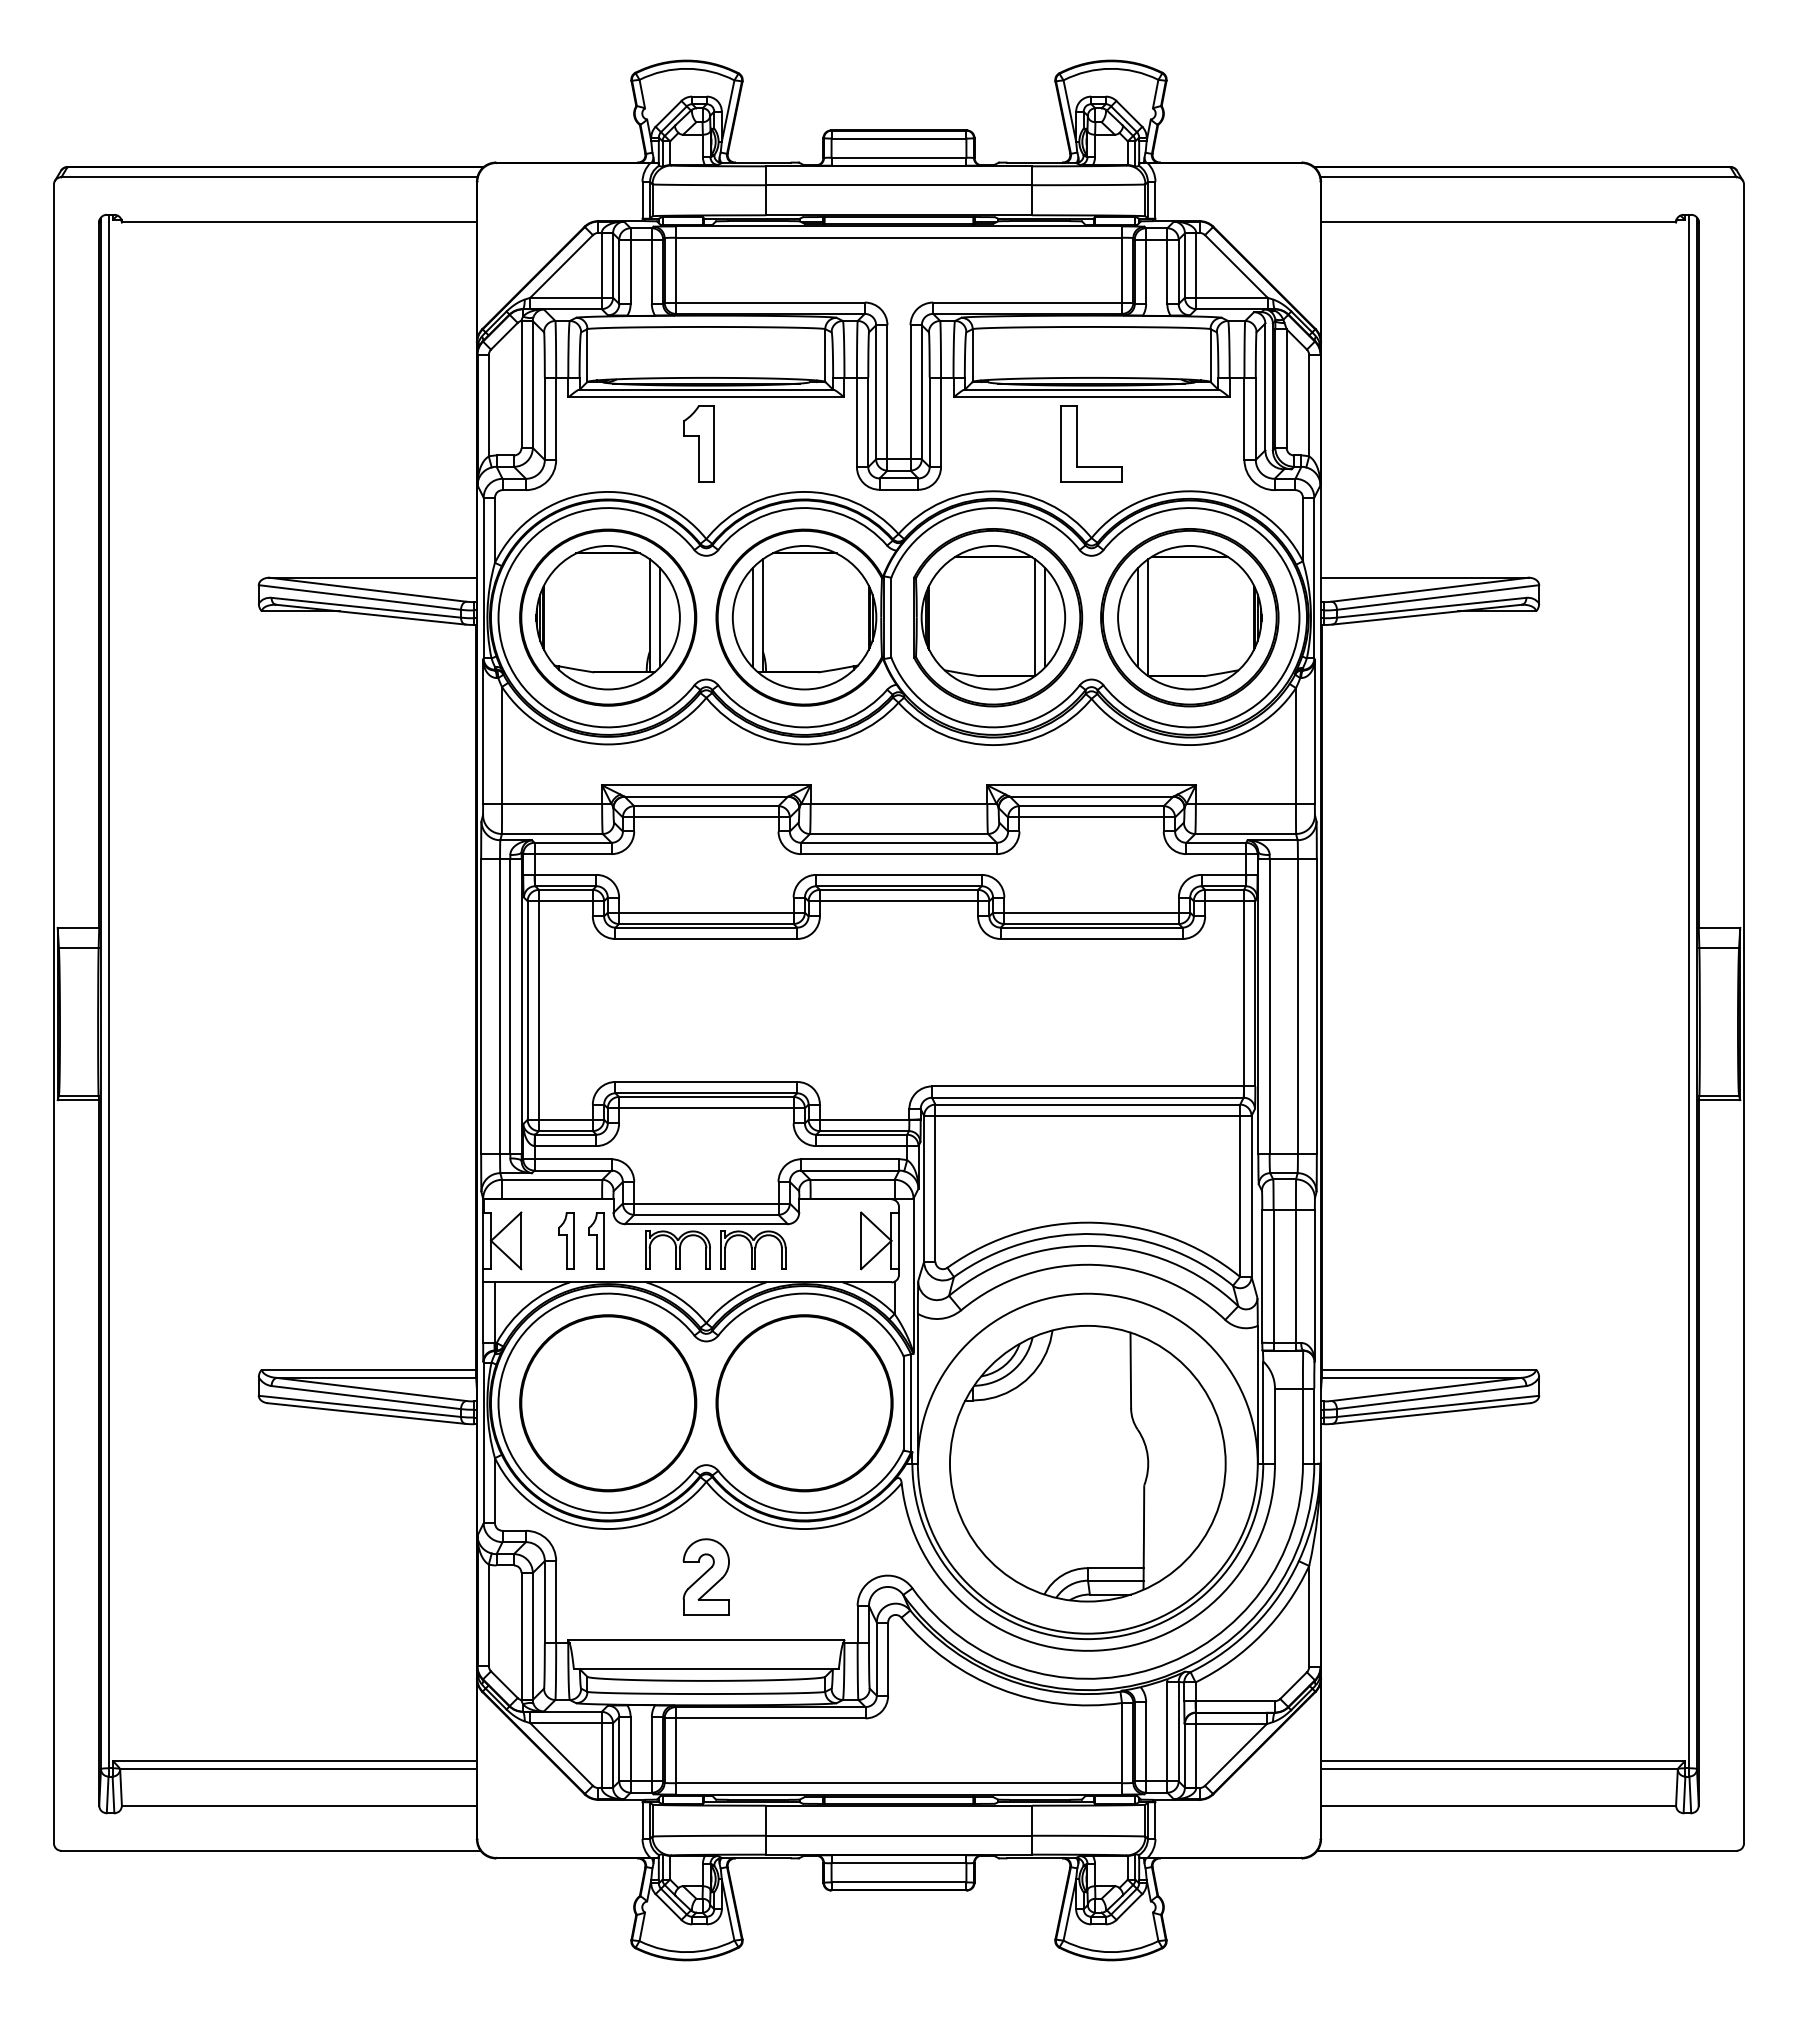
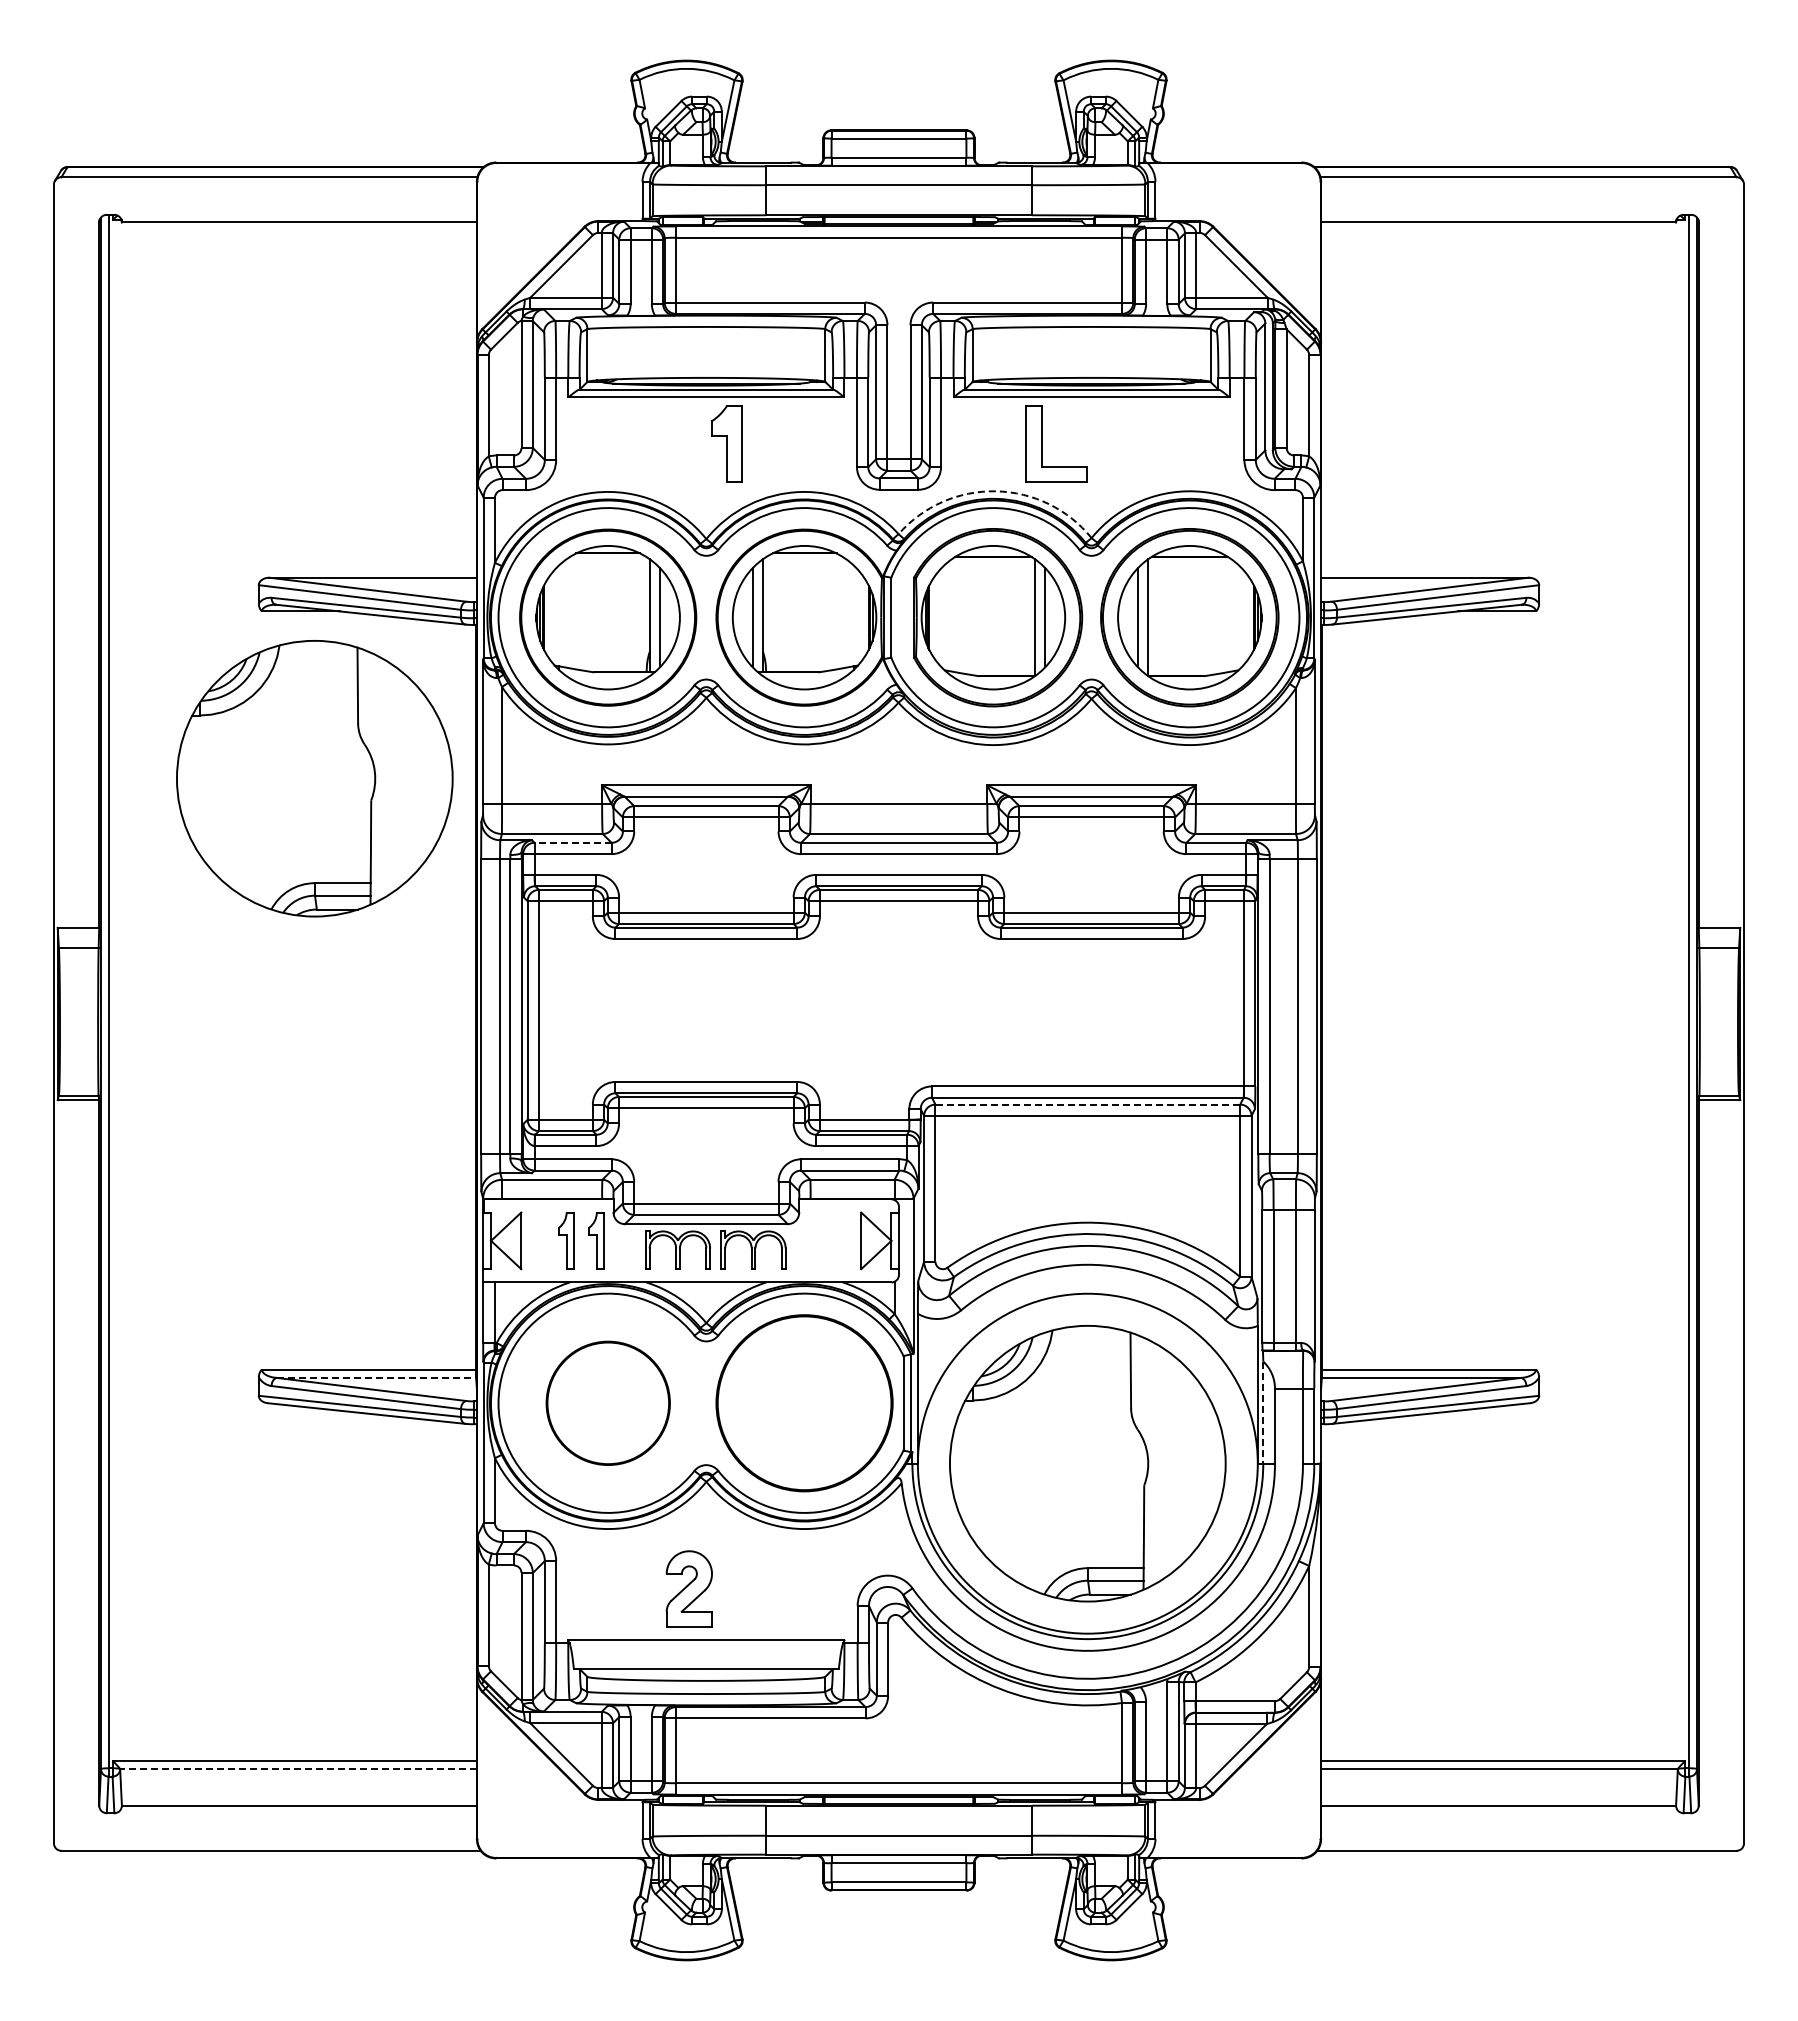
part at (698, 443) position: (698, 443) -> (726, 443)
part at (1077, 443) position: (1077, 443) -> (1042, 443)
arc at (996, 491): solid -> dashed
part at (314, 778): none -> present
line at (573, 842): solid -> dashed
line at (1087, 1104): solid -> dashed
line at (376, 1377): solid -> dashed
part at (608, 1403) size: 179x179 px -> 126x126 px
line at (1263, 1413): solid -> dashed
part at (705, 1576) position: (705, 1576) -> (688, 1588)
line at (298, 1769): solid -> dashed
